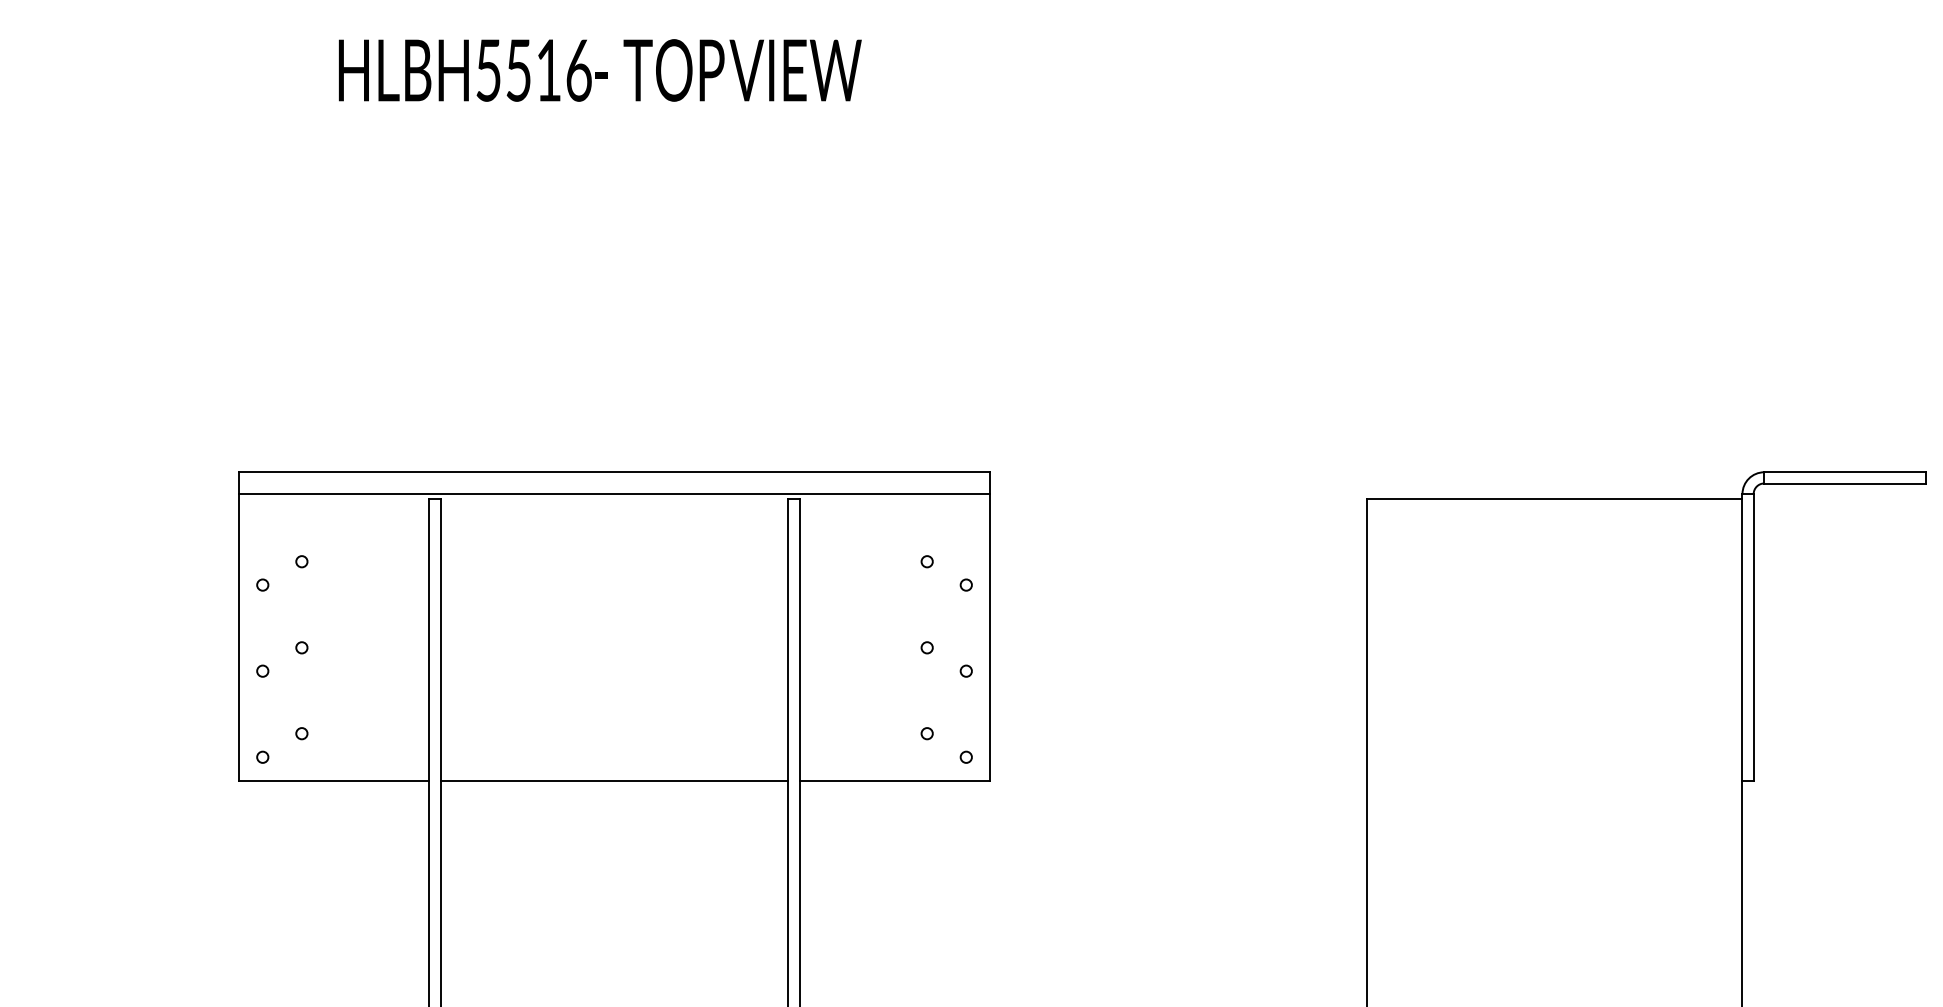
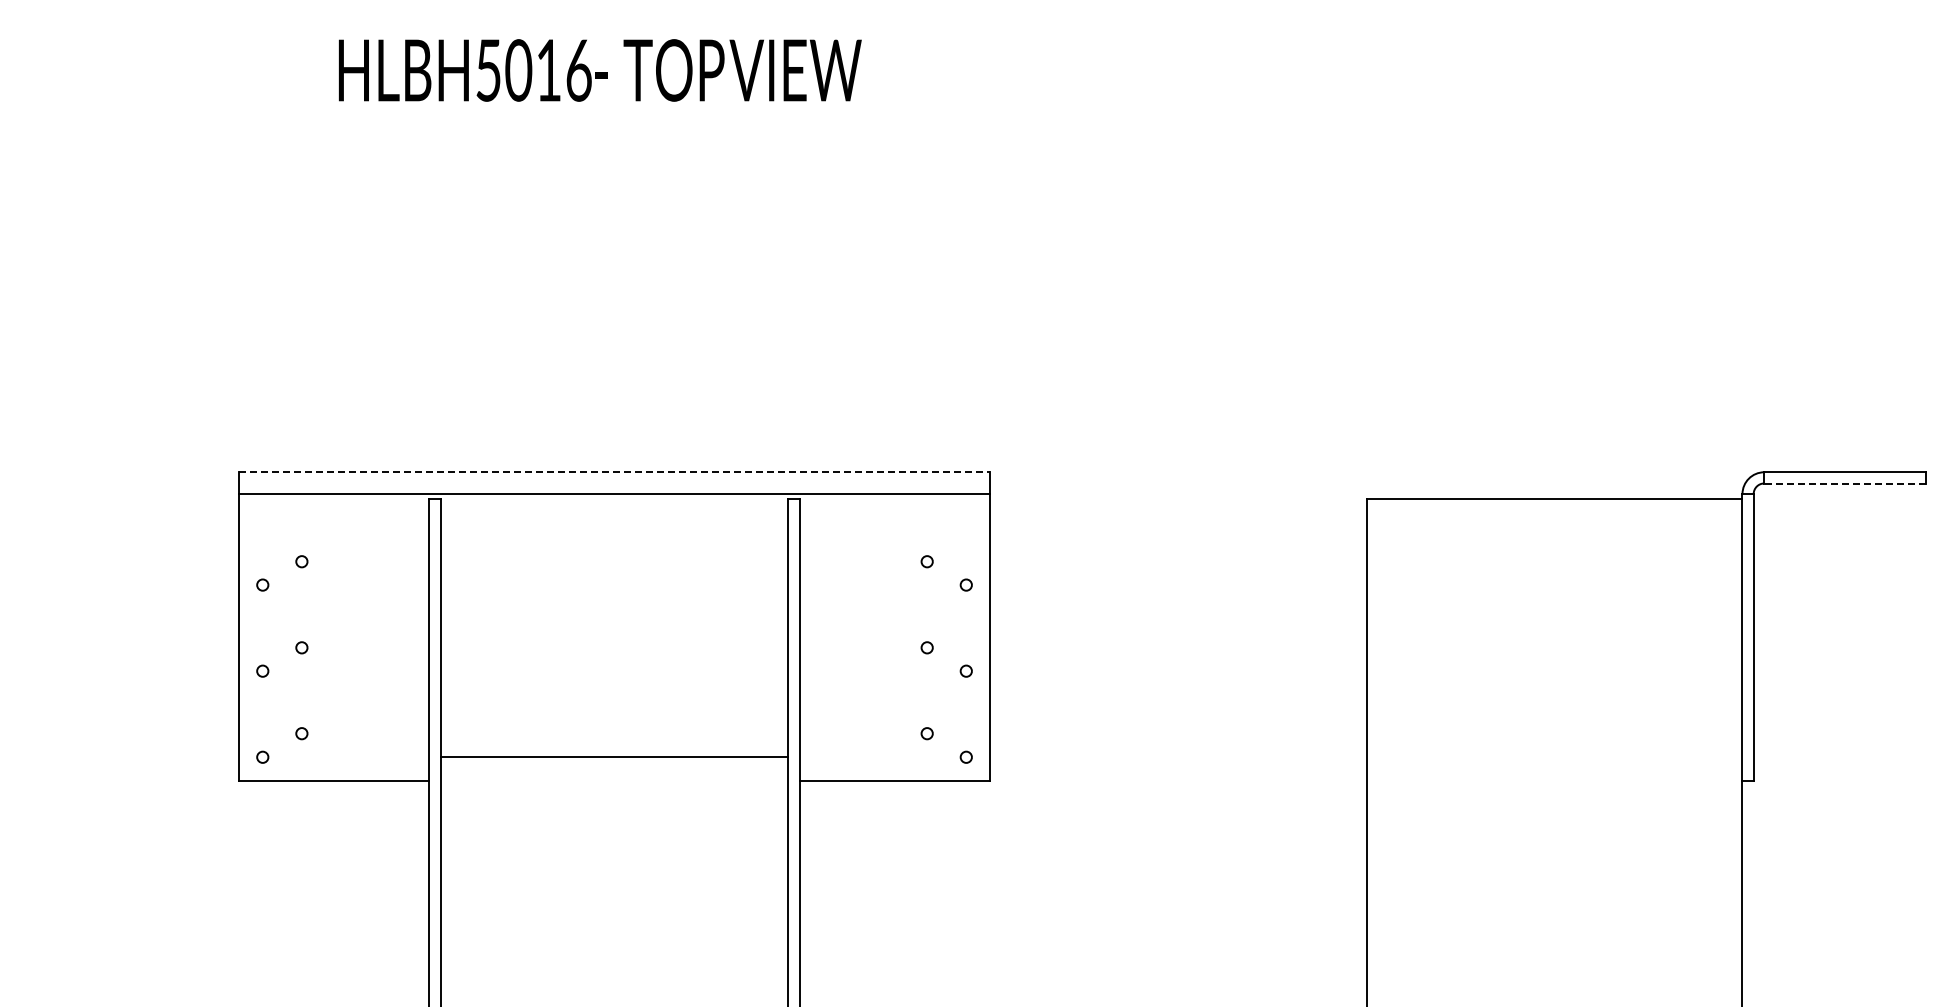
text at (518, 70): HLBH5516 -> HLBH5016
line at (614, 472): solid -> dashed
line at (1844, 483): solid -> dashed
line at (614, 780) position: (614, 780) -> (614, 756)
